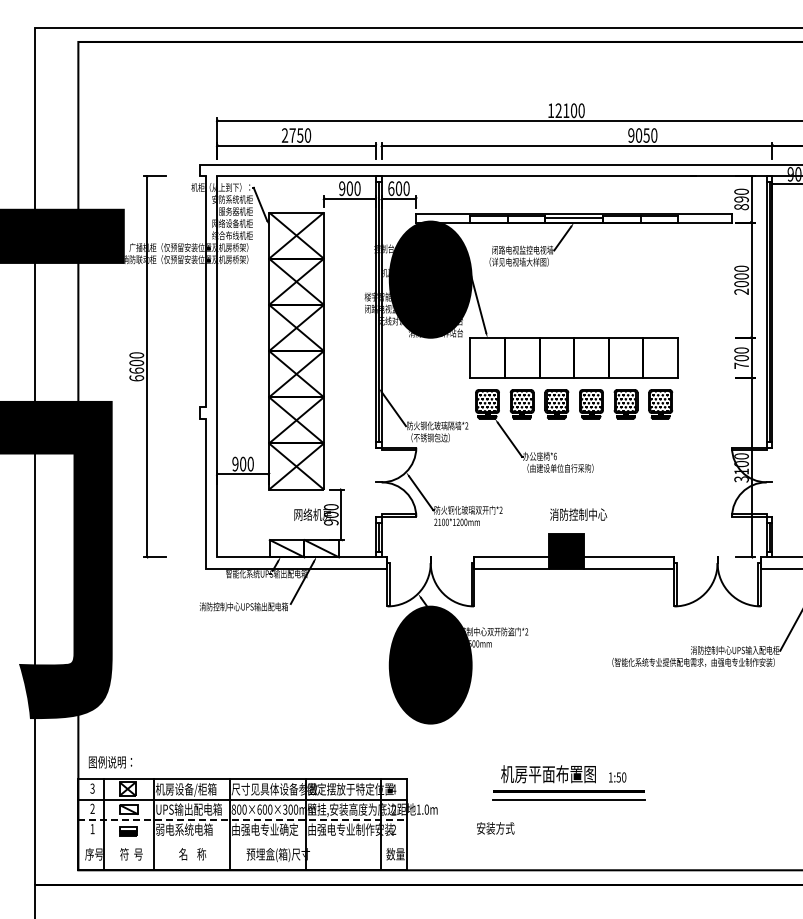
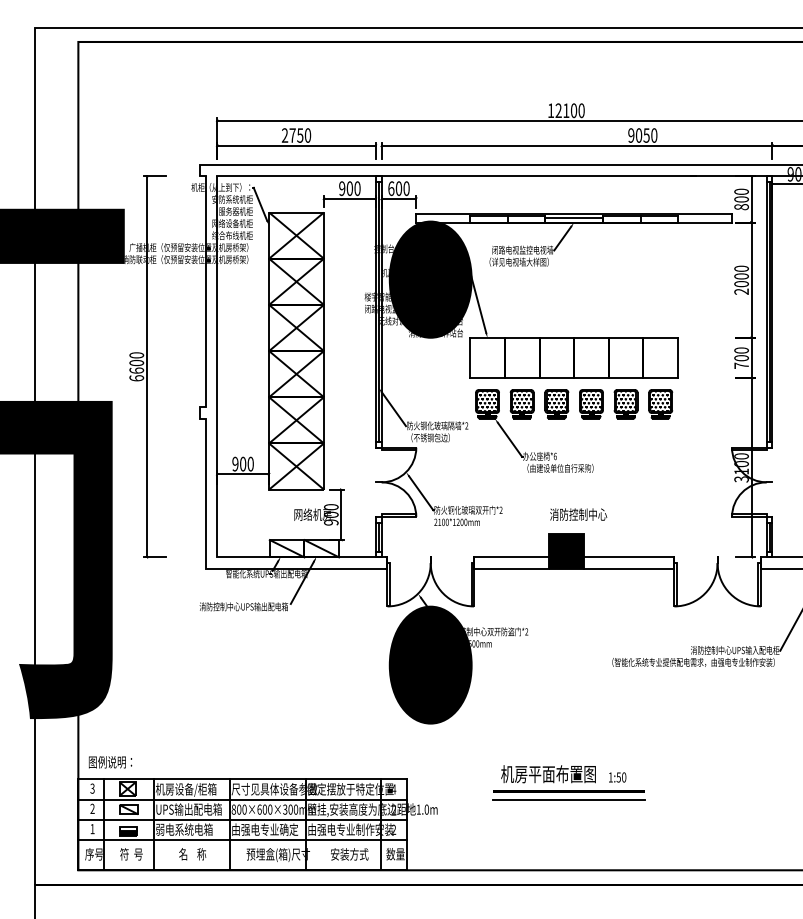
text at (741, 199): 890 -> 800
line at (243, 819): dashed -> solid
text at (495, 828) position: (495, 828) -> (349, 854)
line at (242, 839): none -> present
